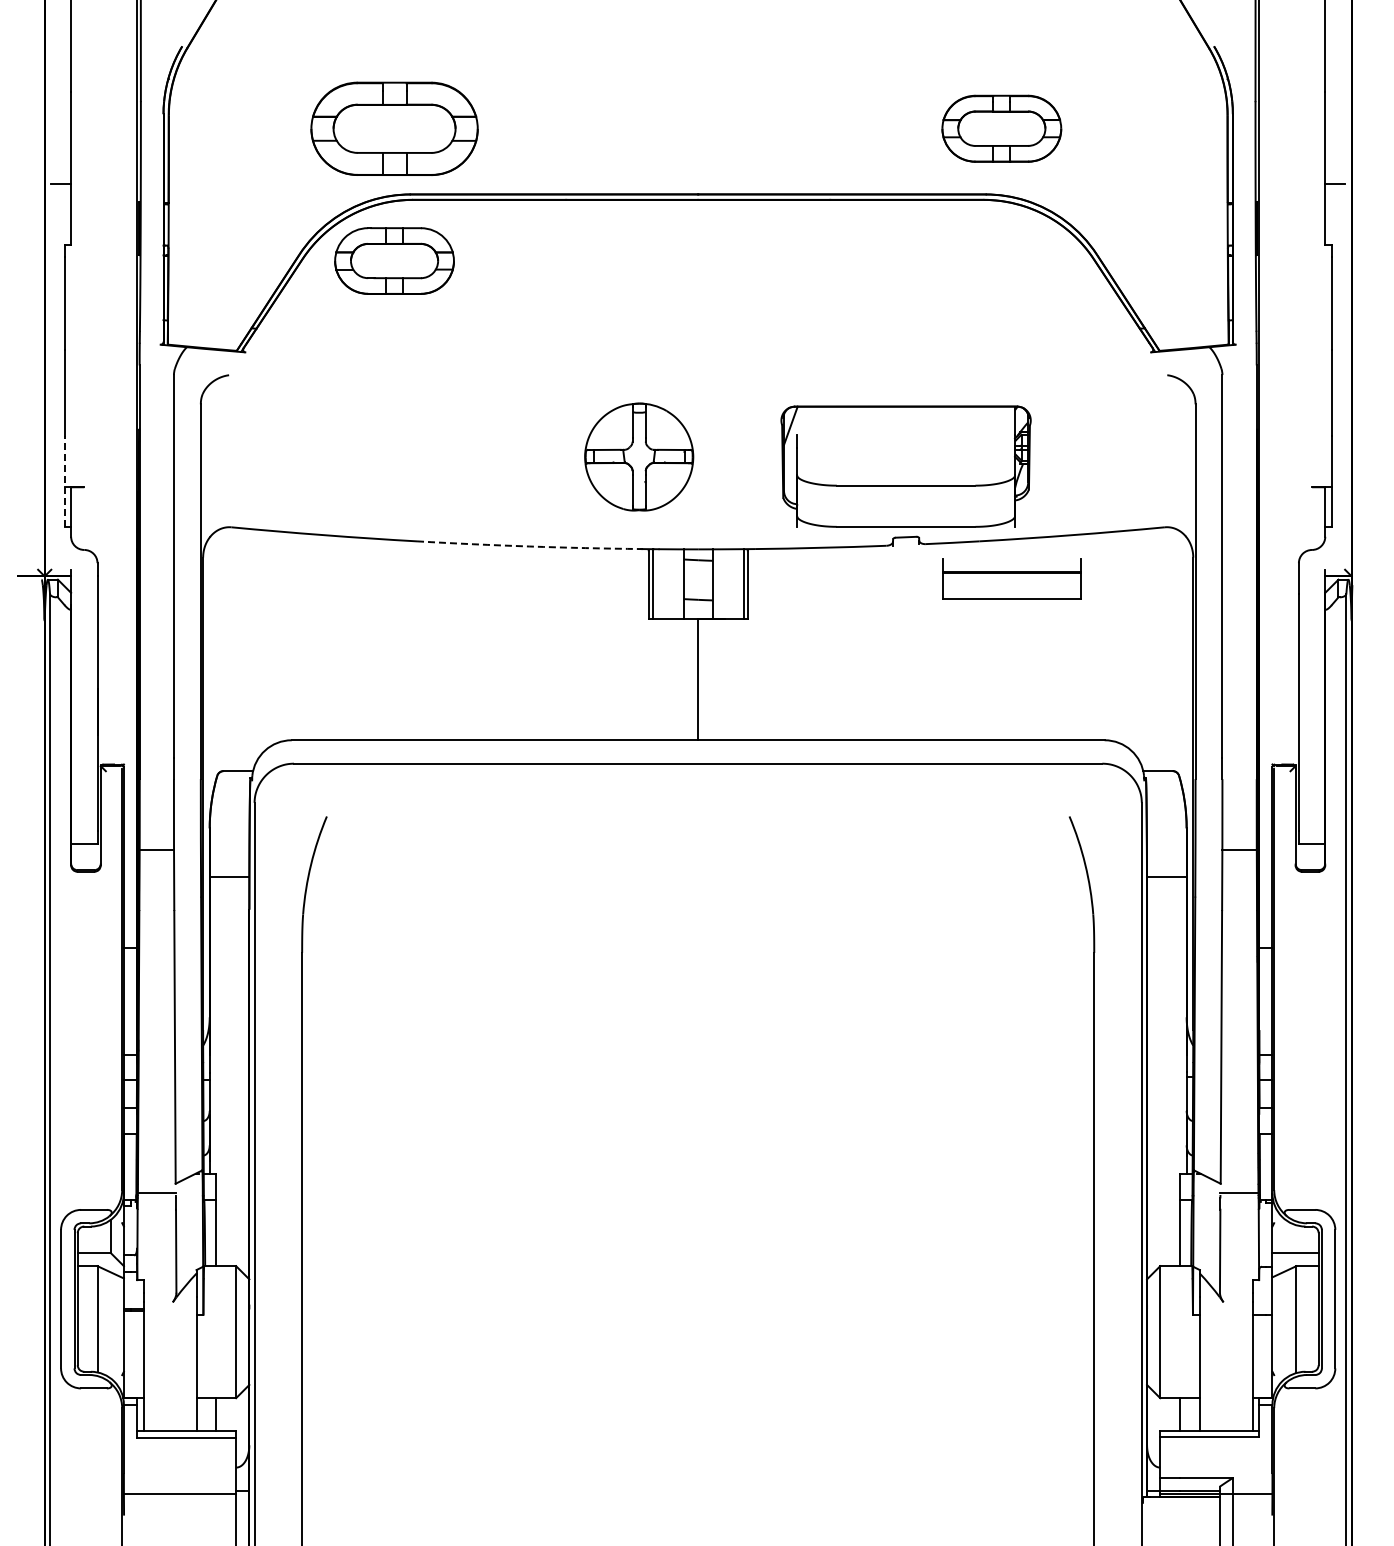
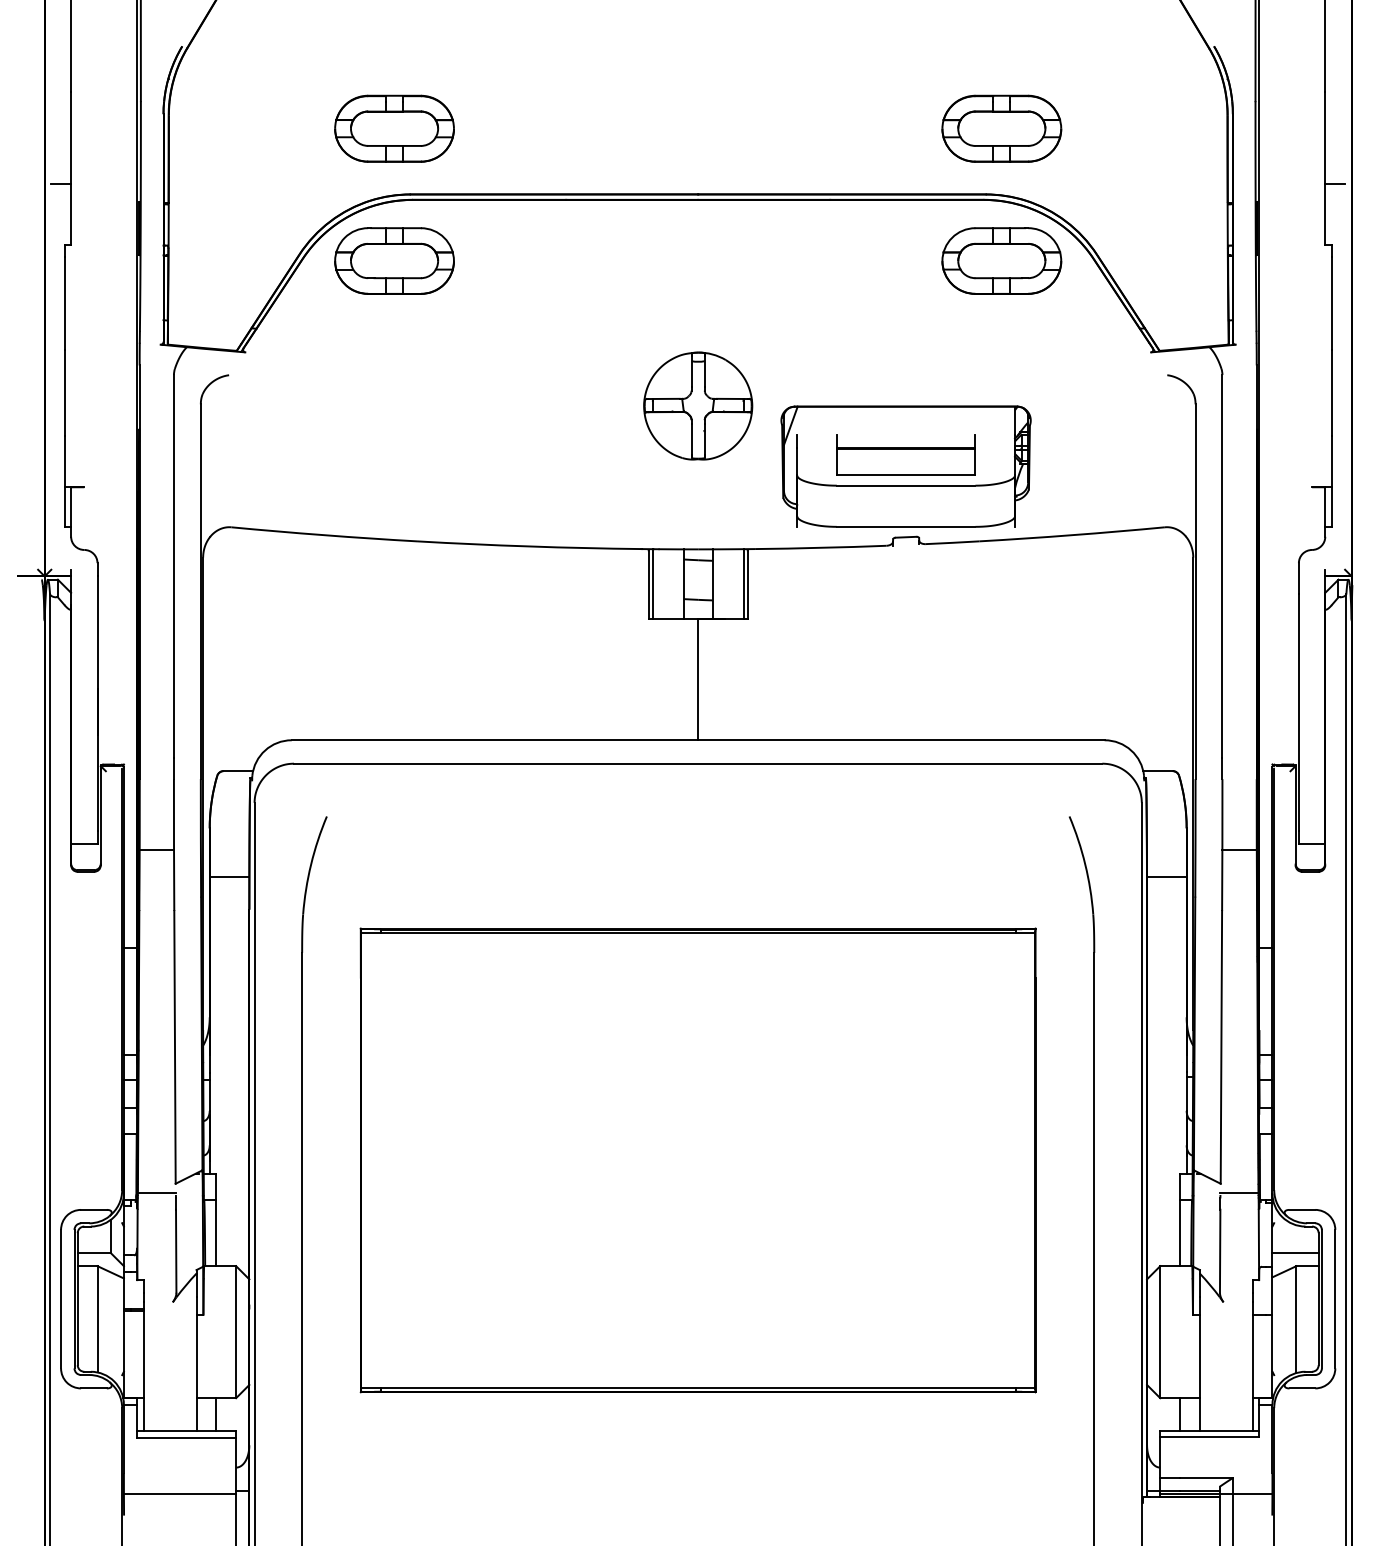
part at (394, 128) size: 169x95 px -> 121x69 px
part at (1001, 260): none -> present
part at (639, 456) position: (639, 456) -> (698, 405)
line at (64, 481): dashed -> solid
arc at (529, 546): dashed -> solid
part at (1011, 578) position: (1011, 578) -> (905, 454)
part at (697, 1160): none -> present
